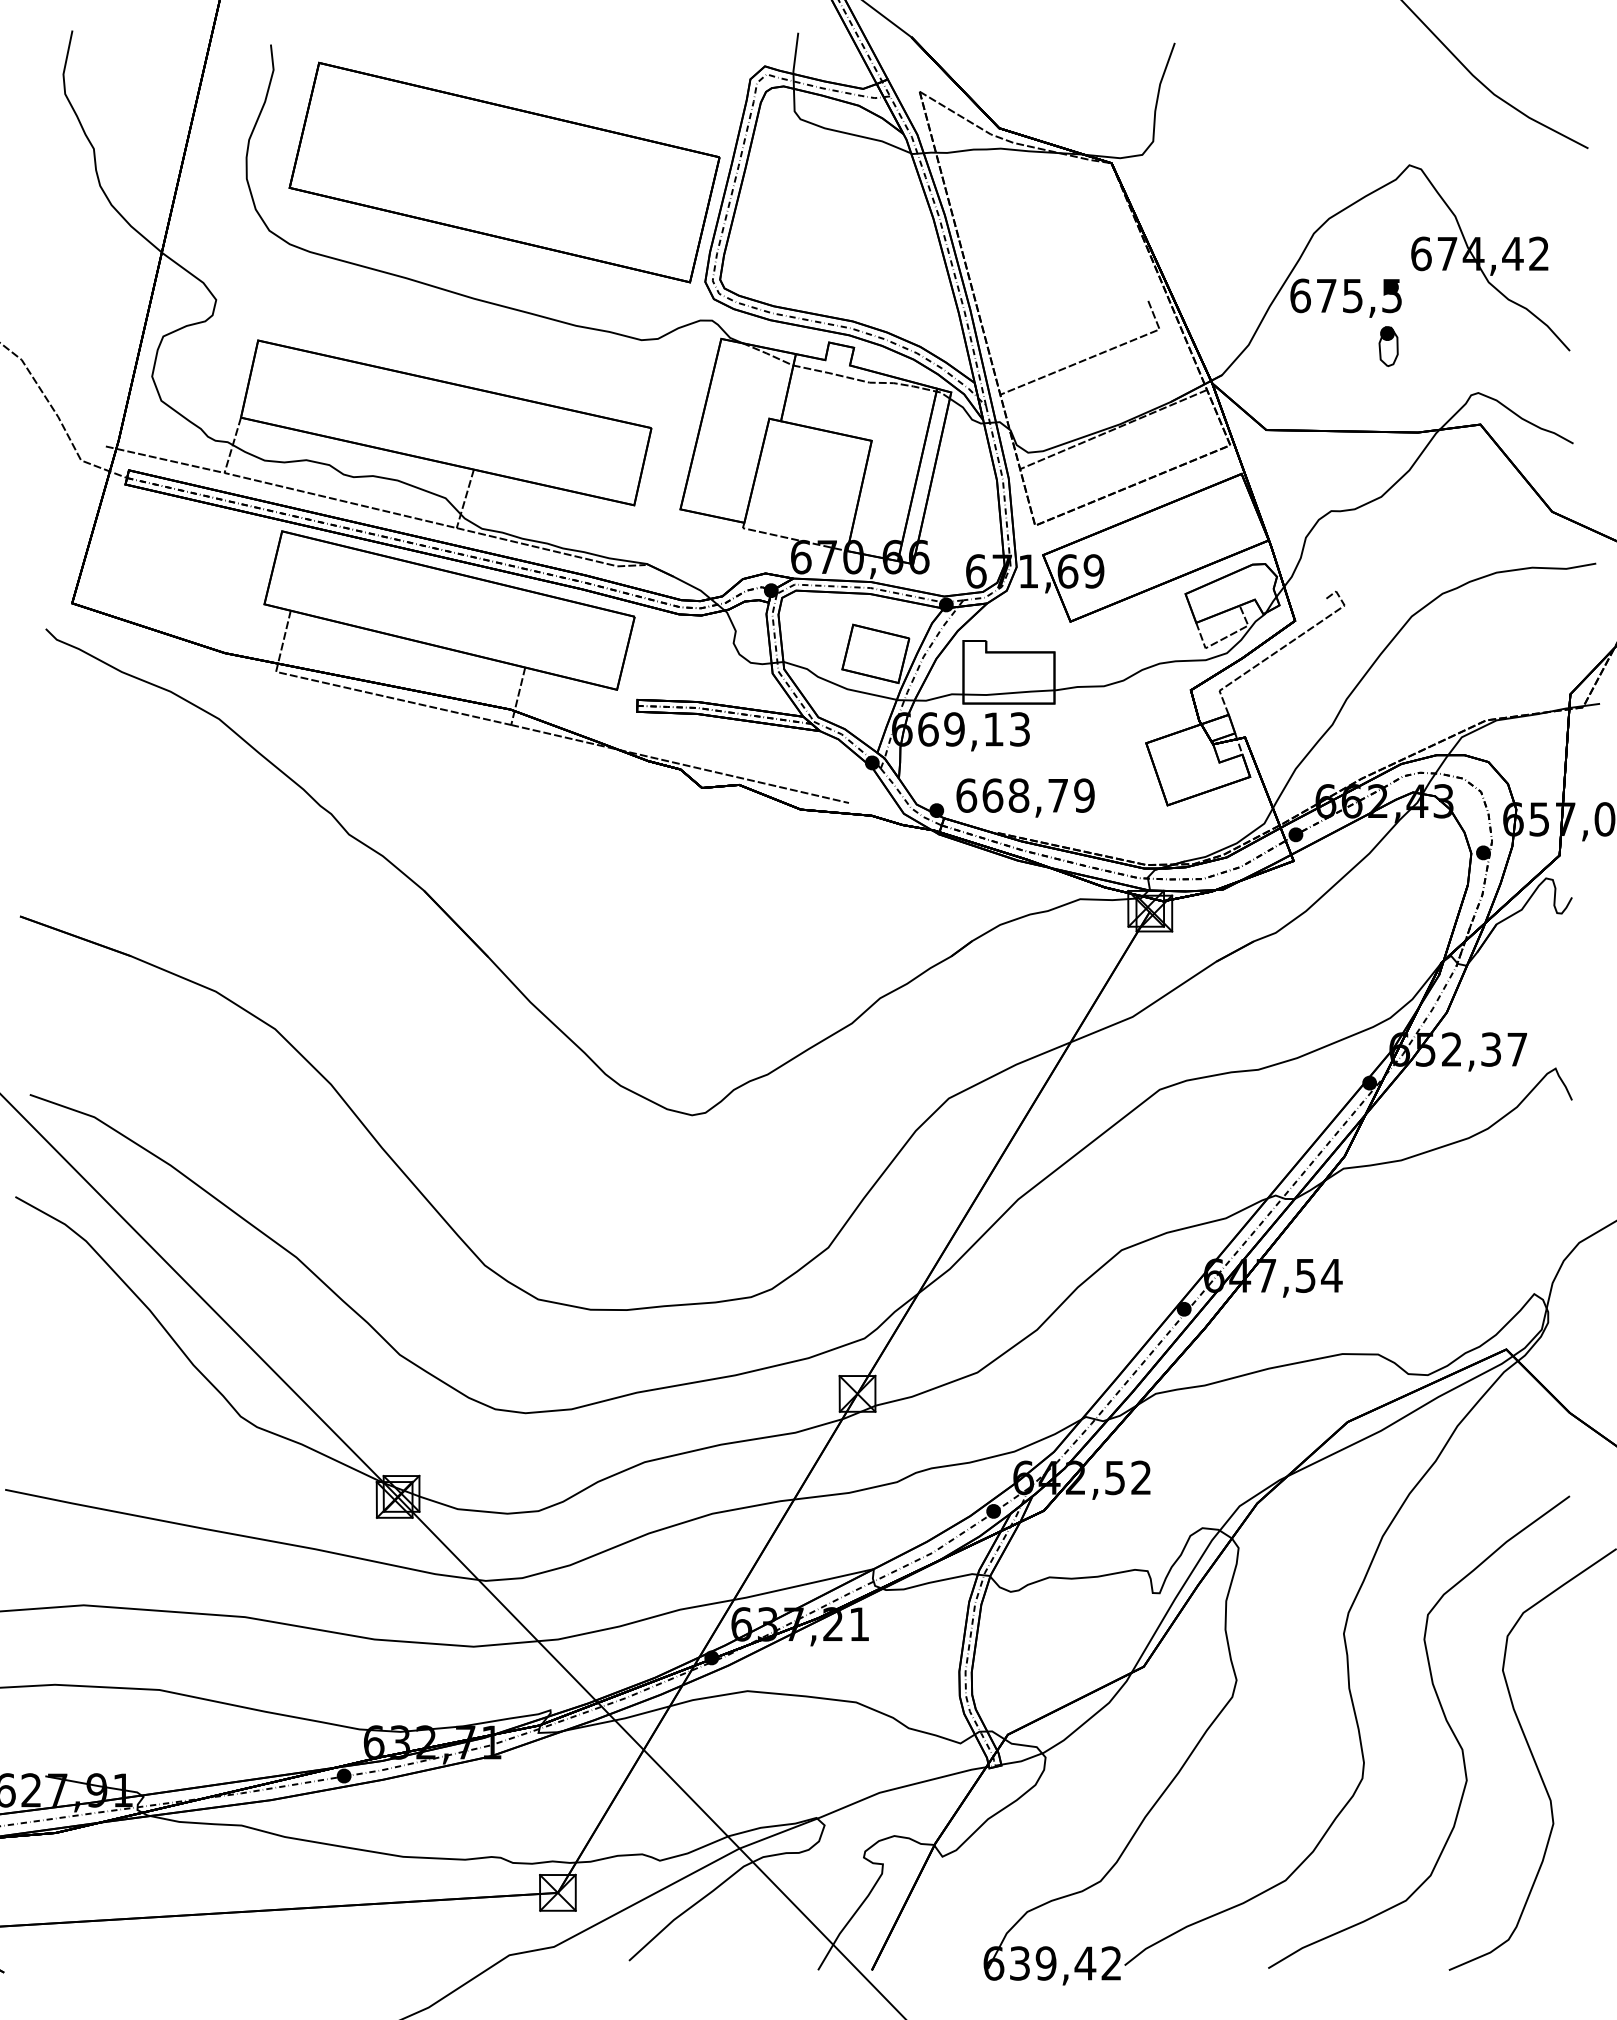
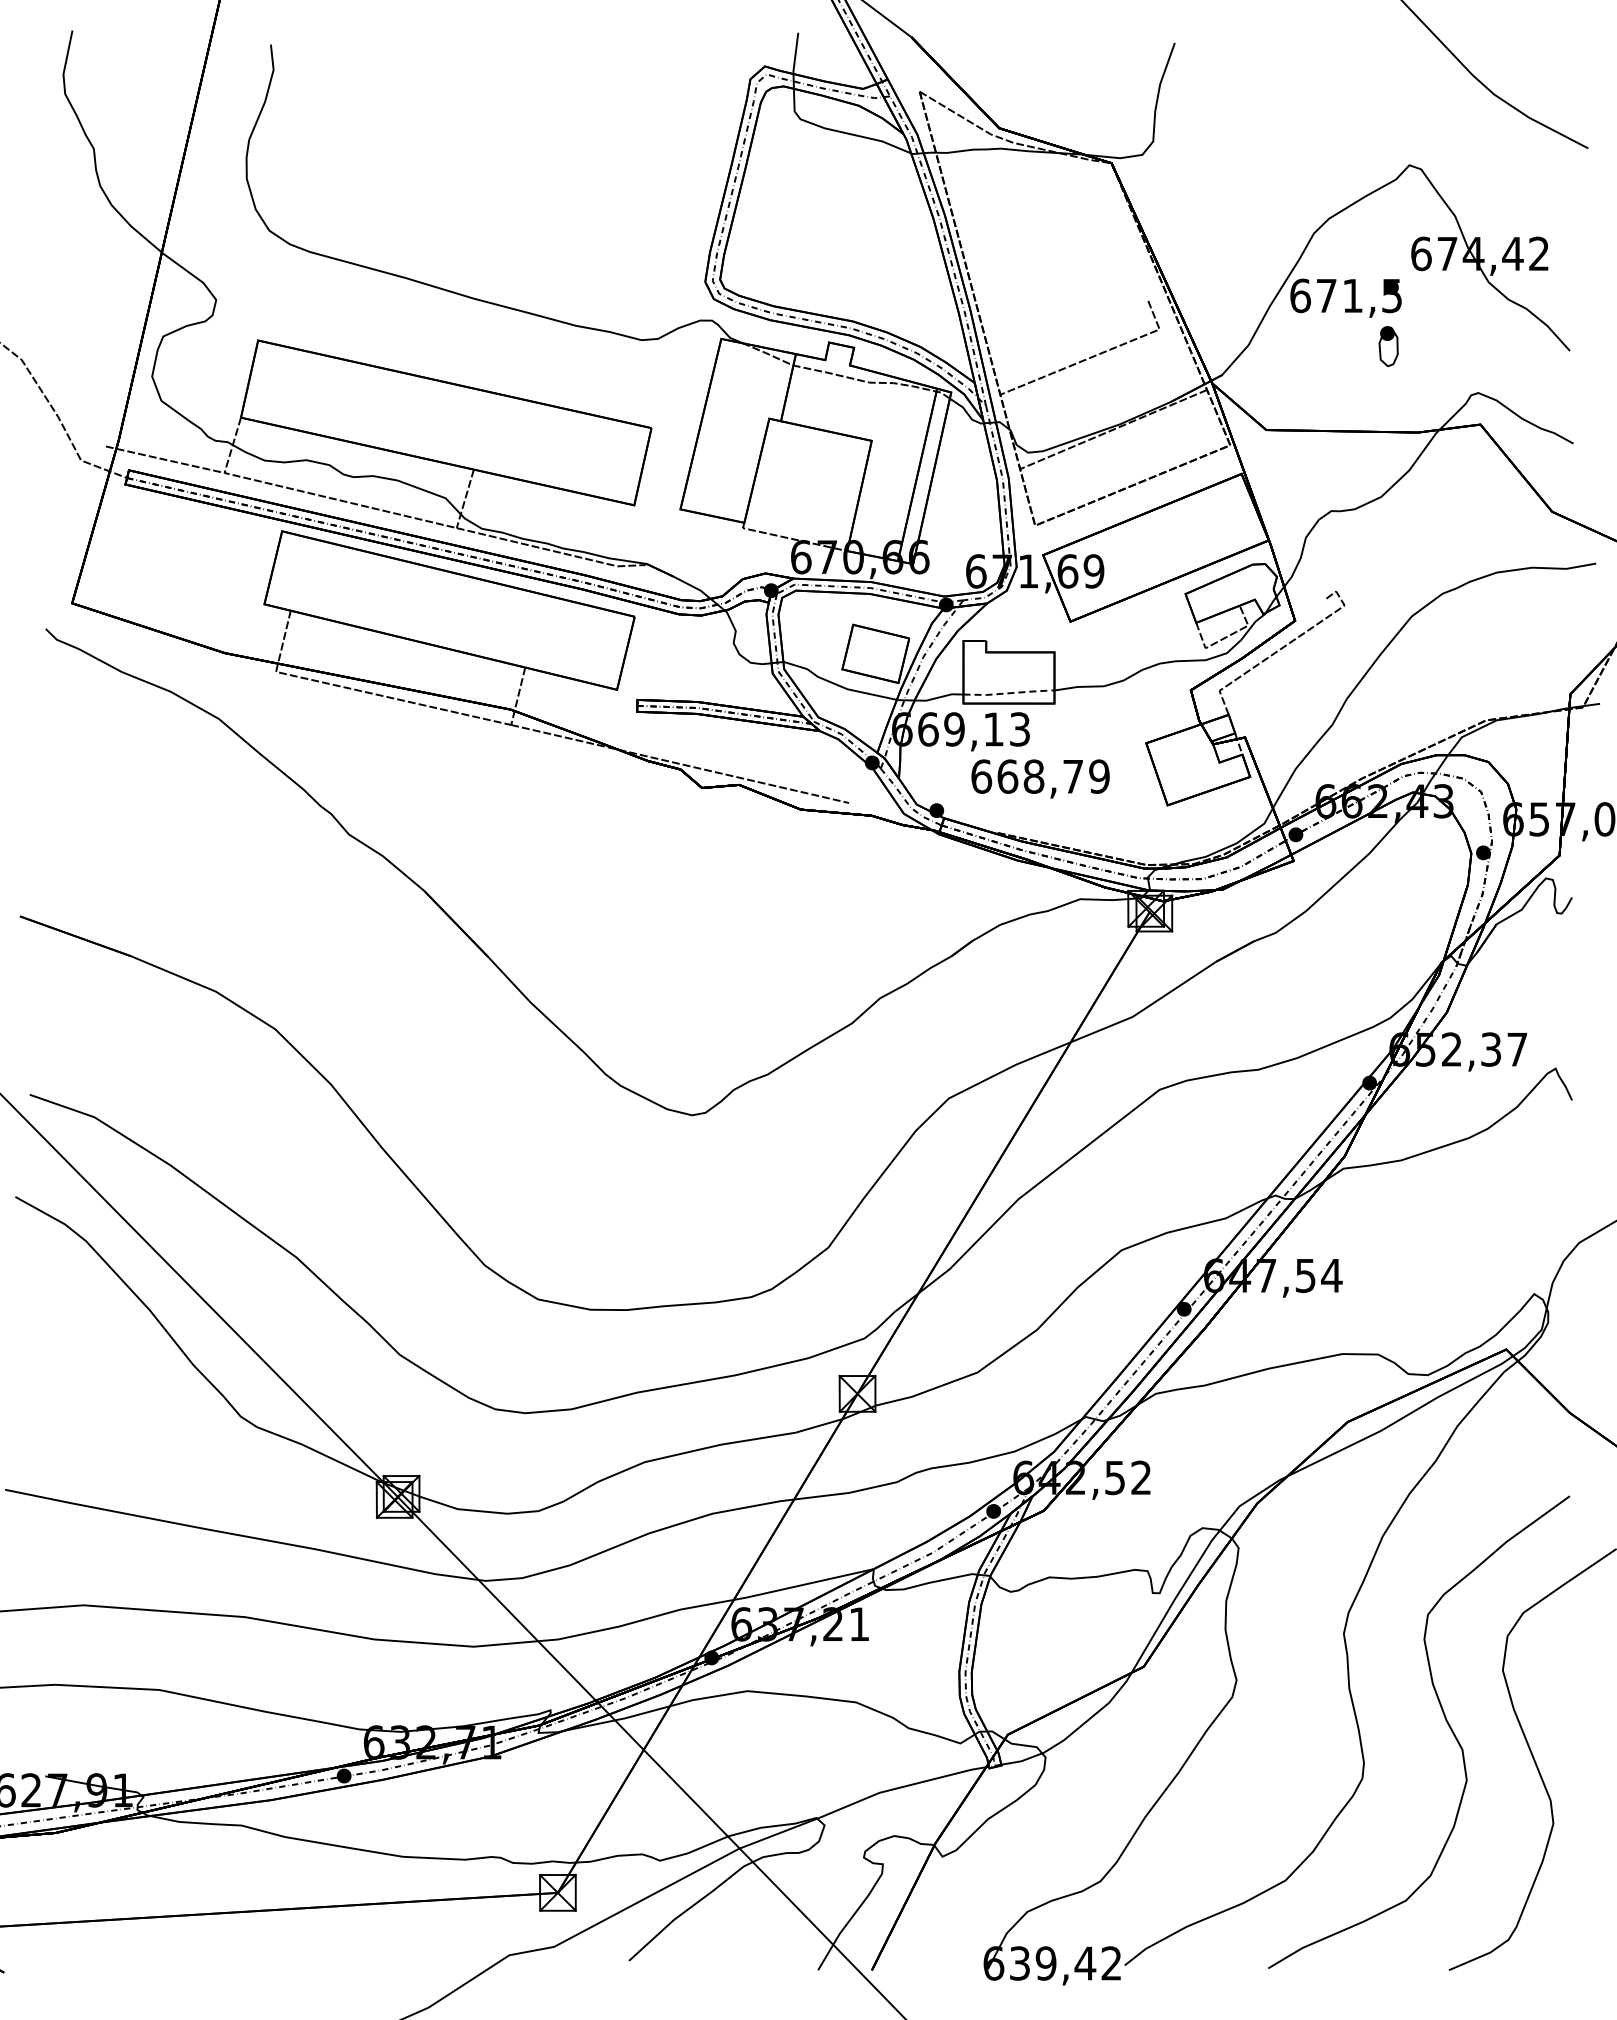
part at (504, 172): present -> none
text at (1352, 296): 675,5 -> 671,5
line at (1009, 693): solid -> dashed
text at (1025, 797) position: (1025, 797) -> (1040, 778)
